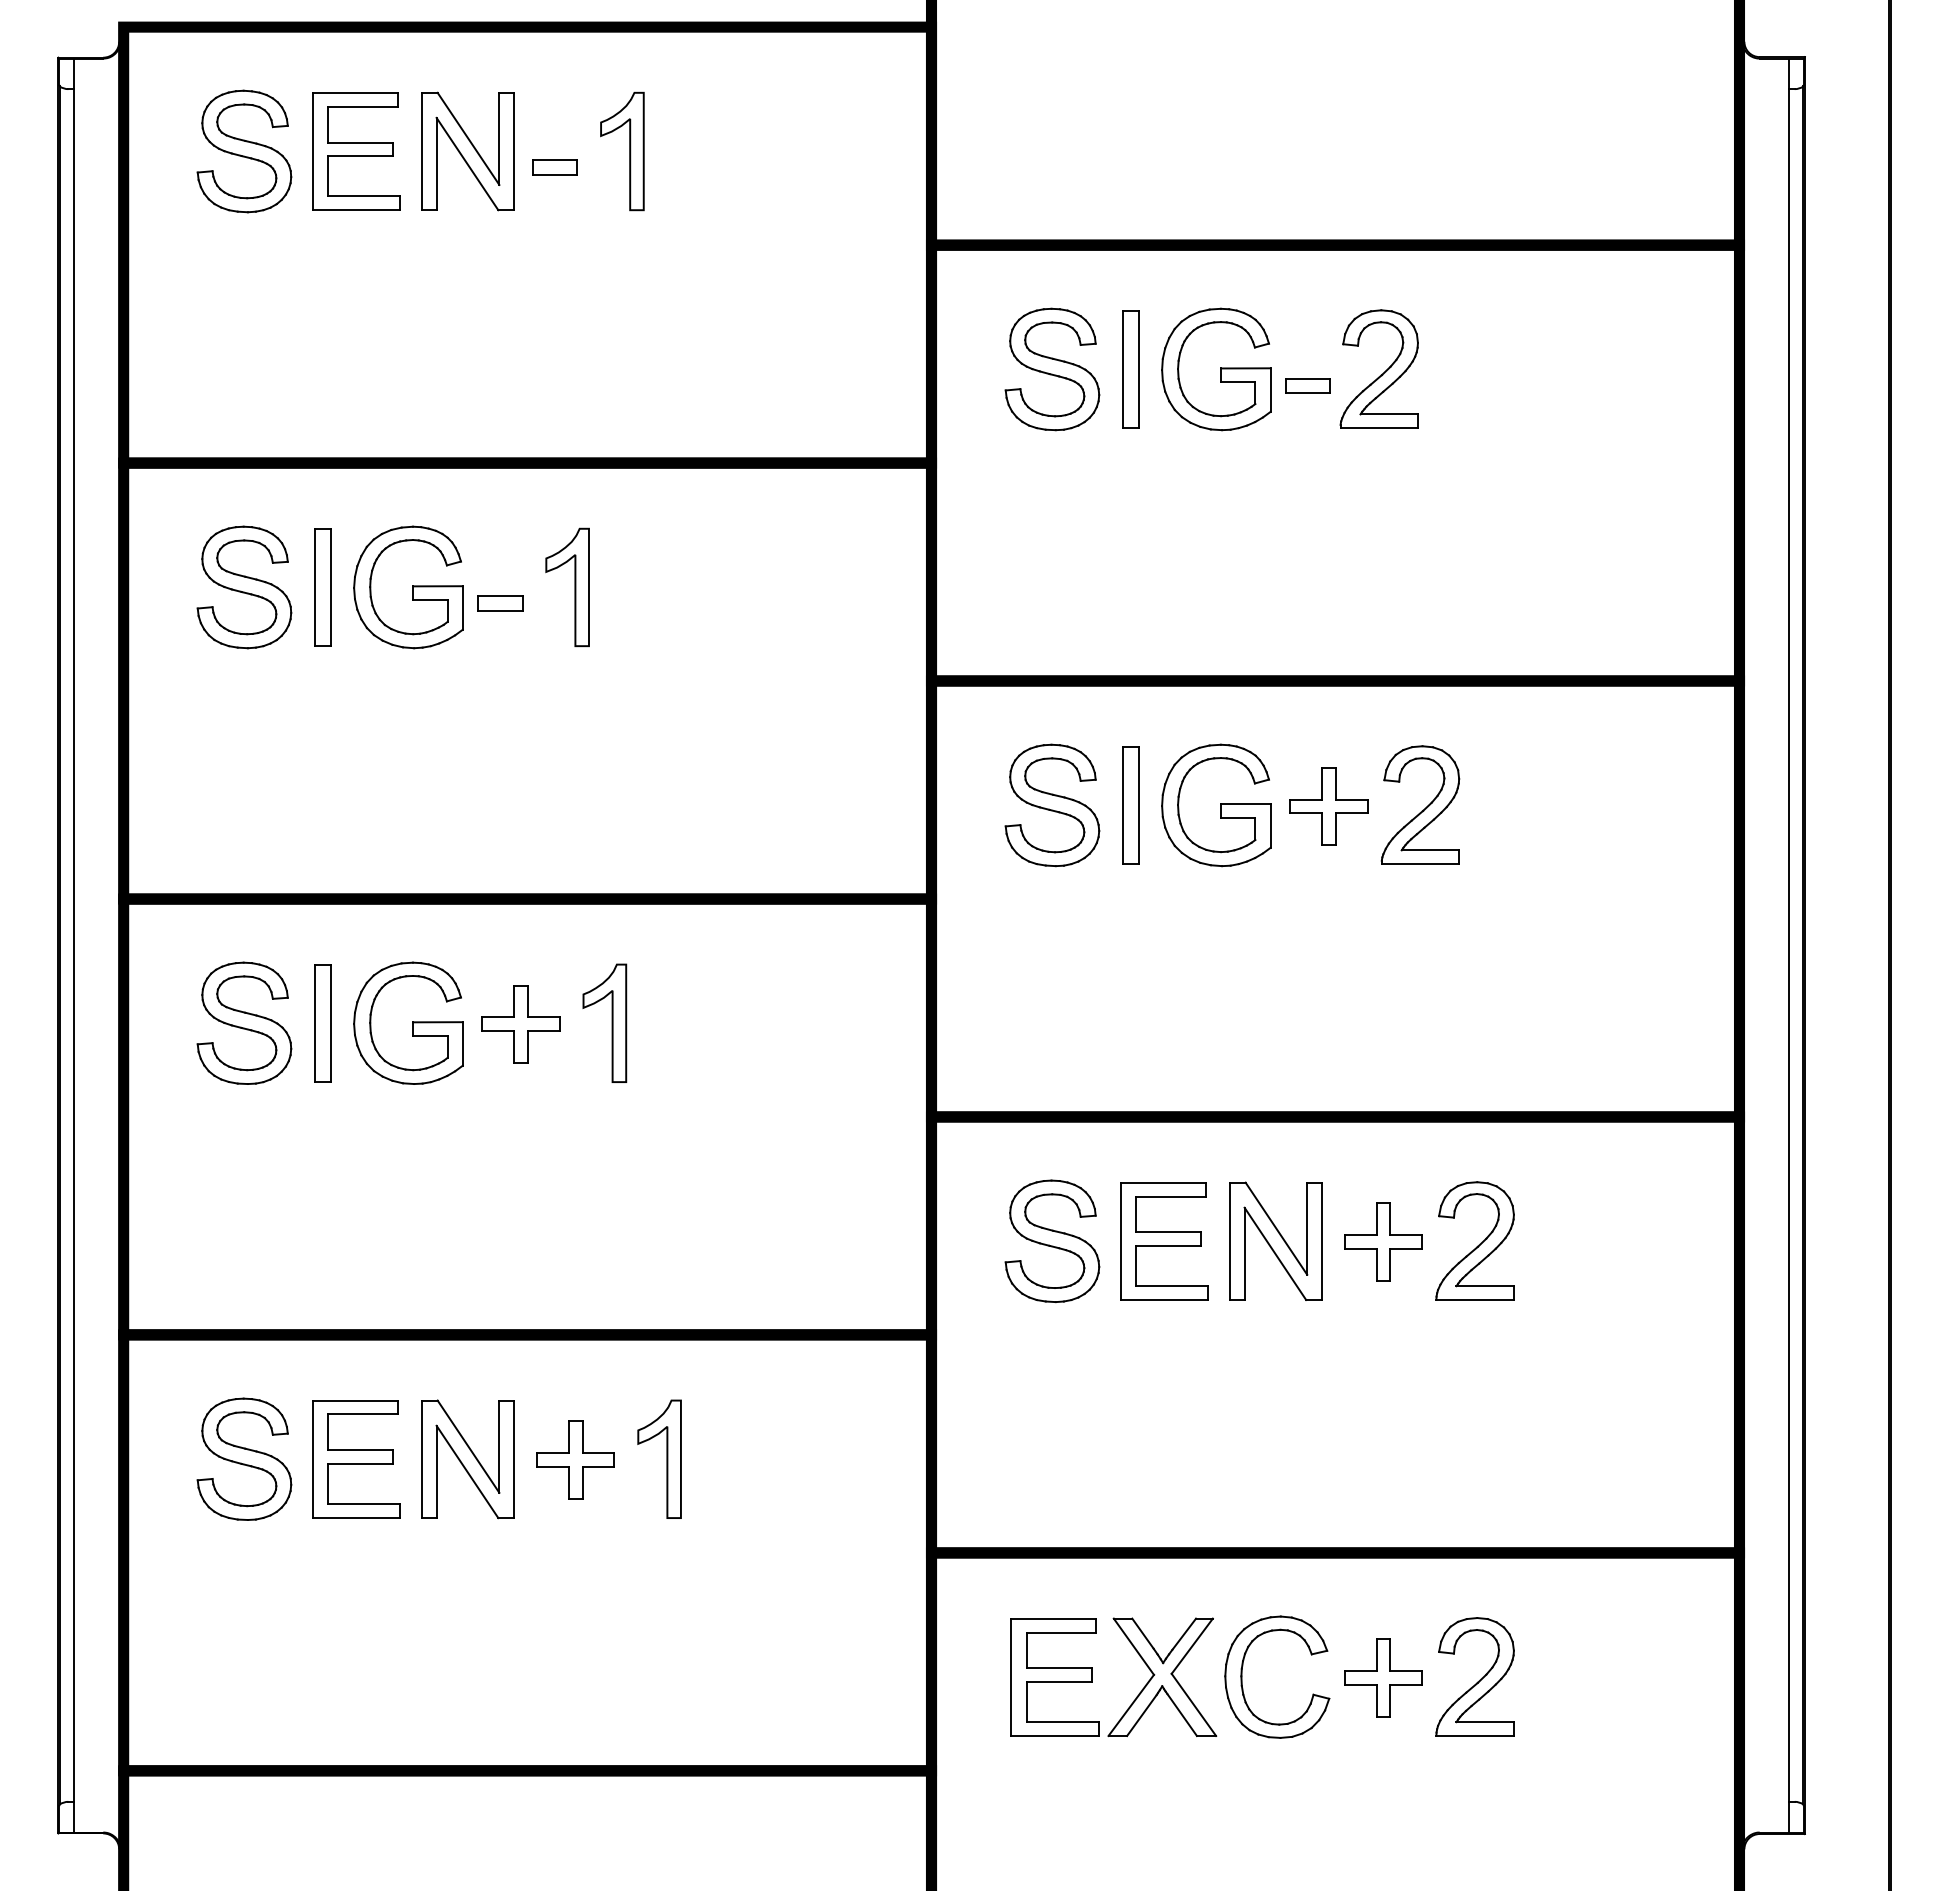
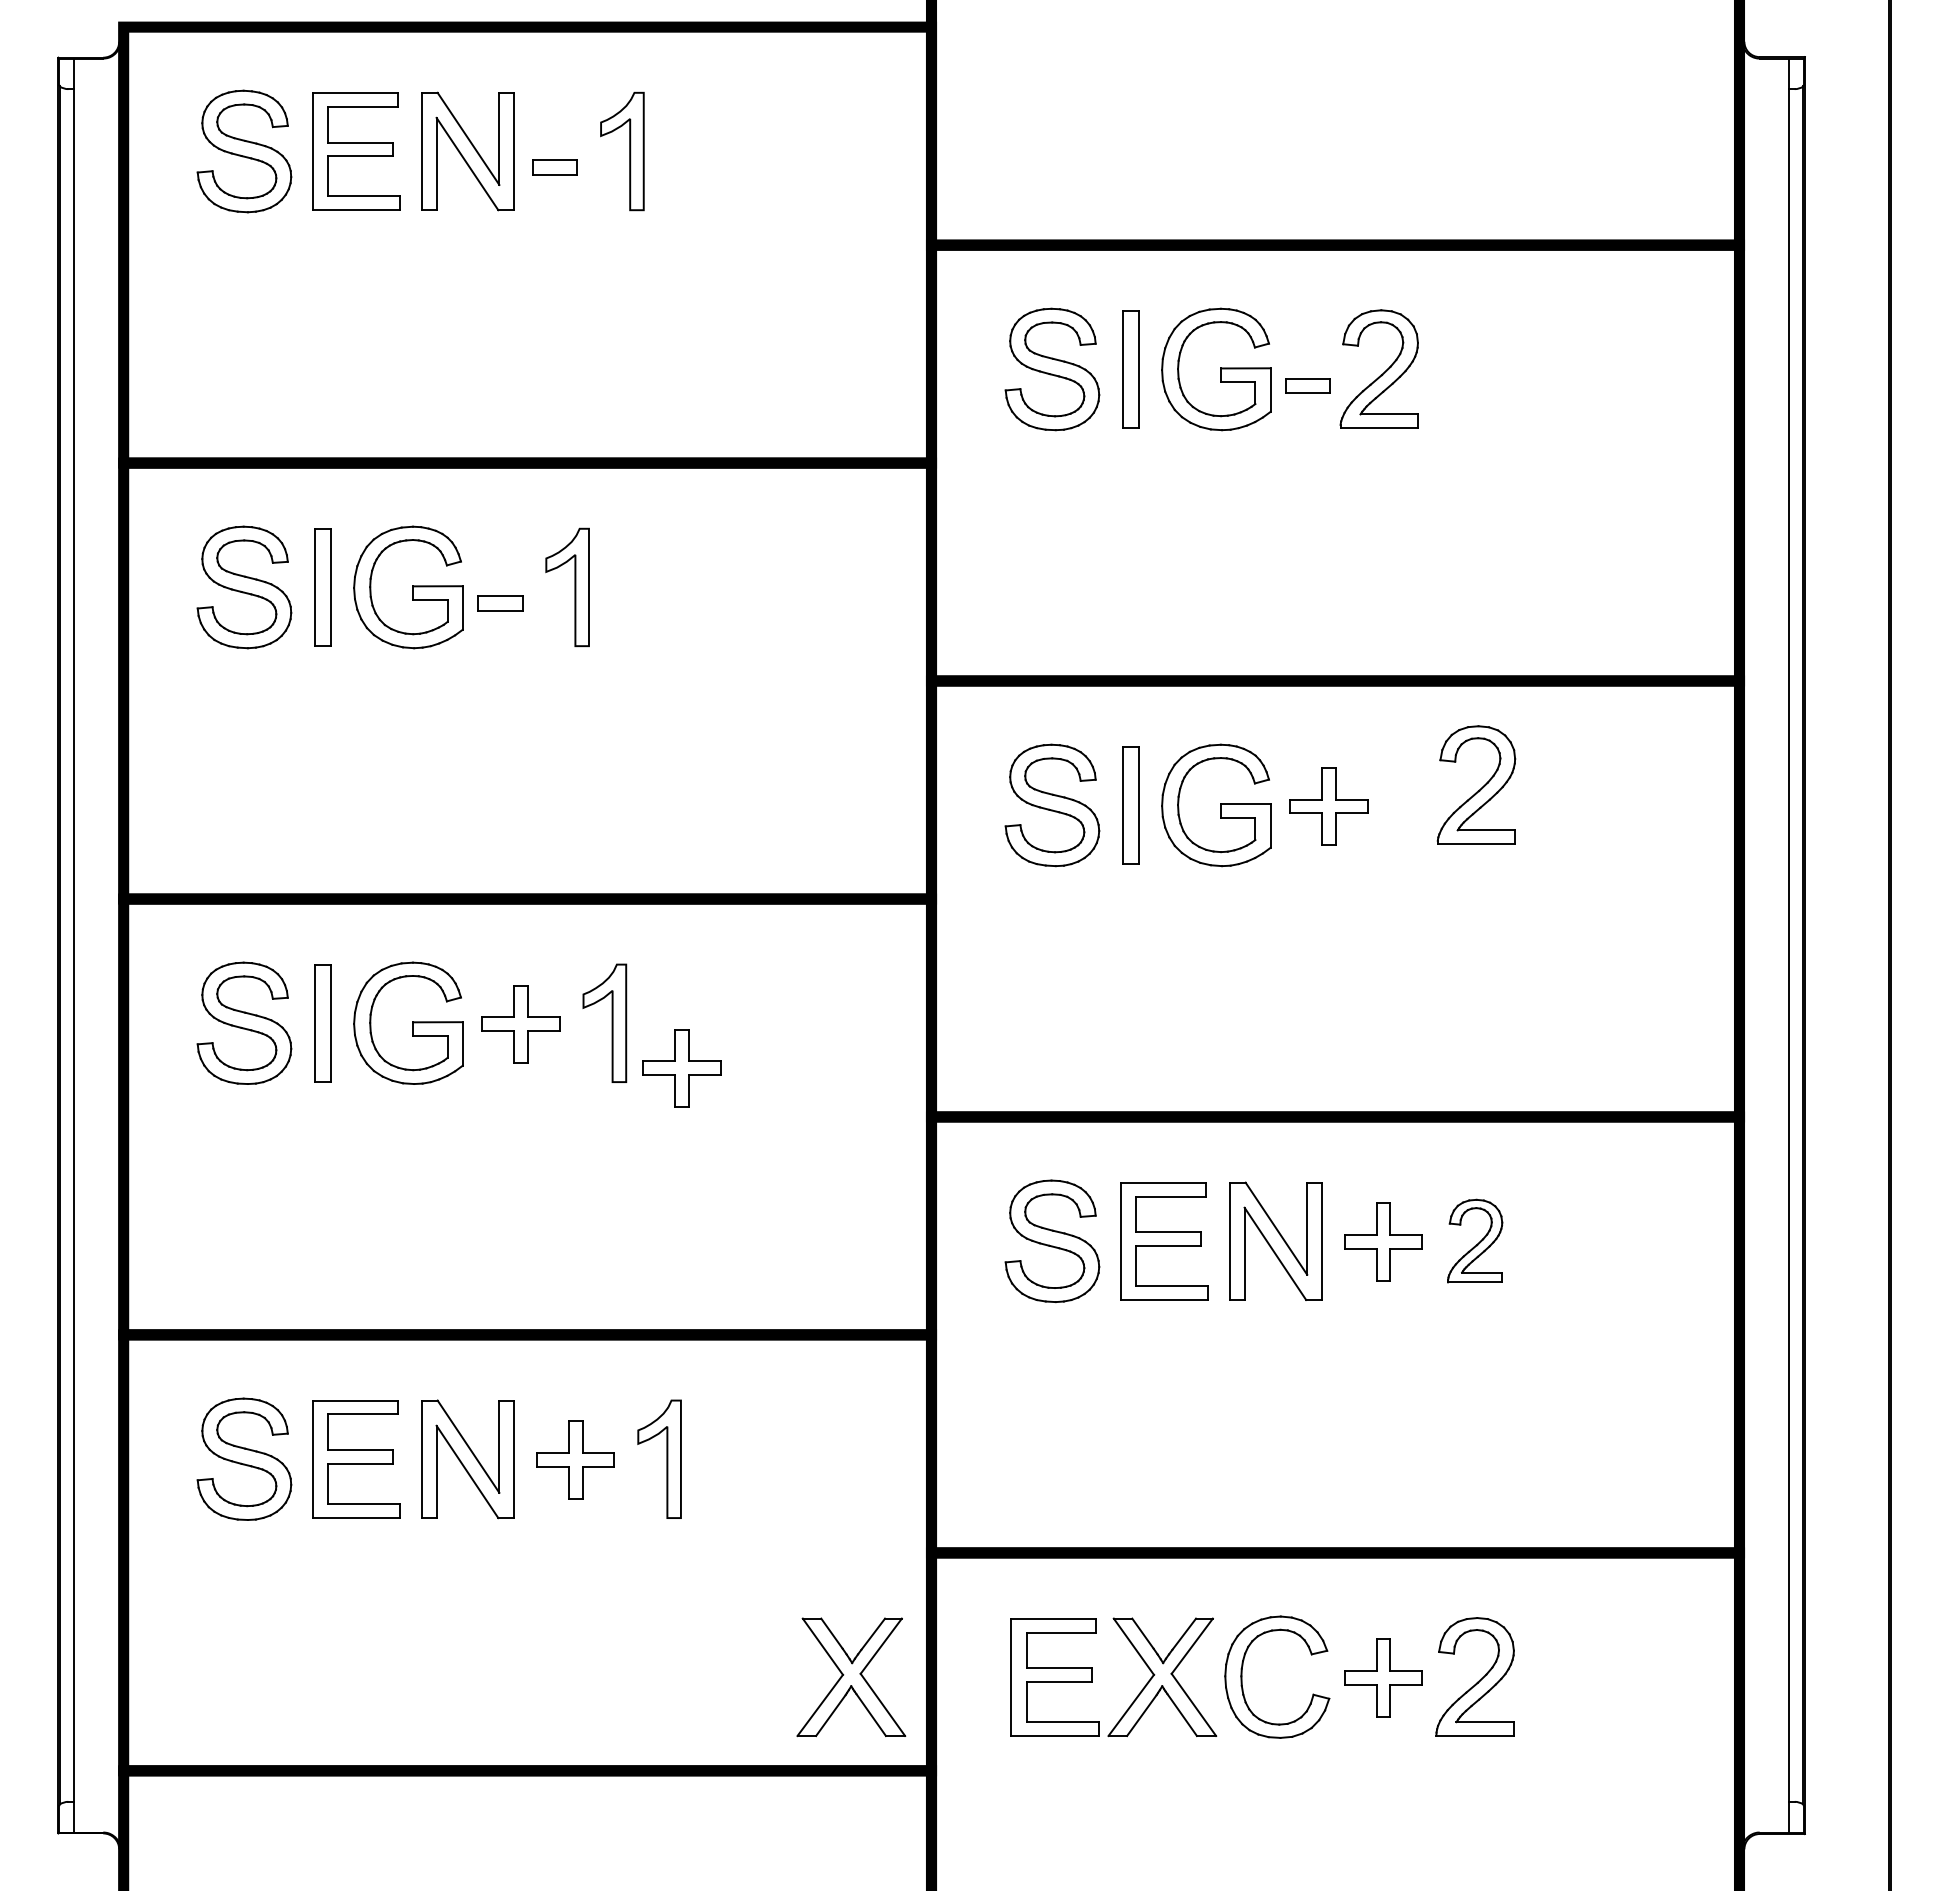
part at (1420, 804) position: (1420, 804) -> (1476, 784)
part at (681, 1068): none -> present
part at (1474, 1240) size: 80x120 px -> 57x86 px
part at (851, 1677): none -> present
